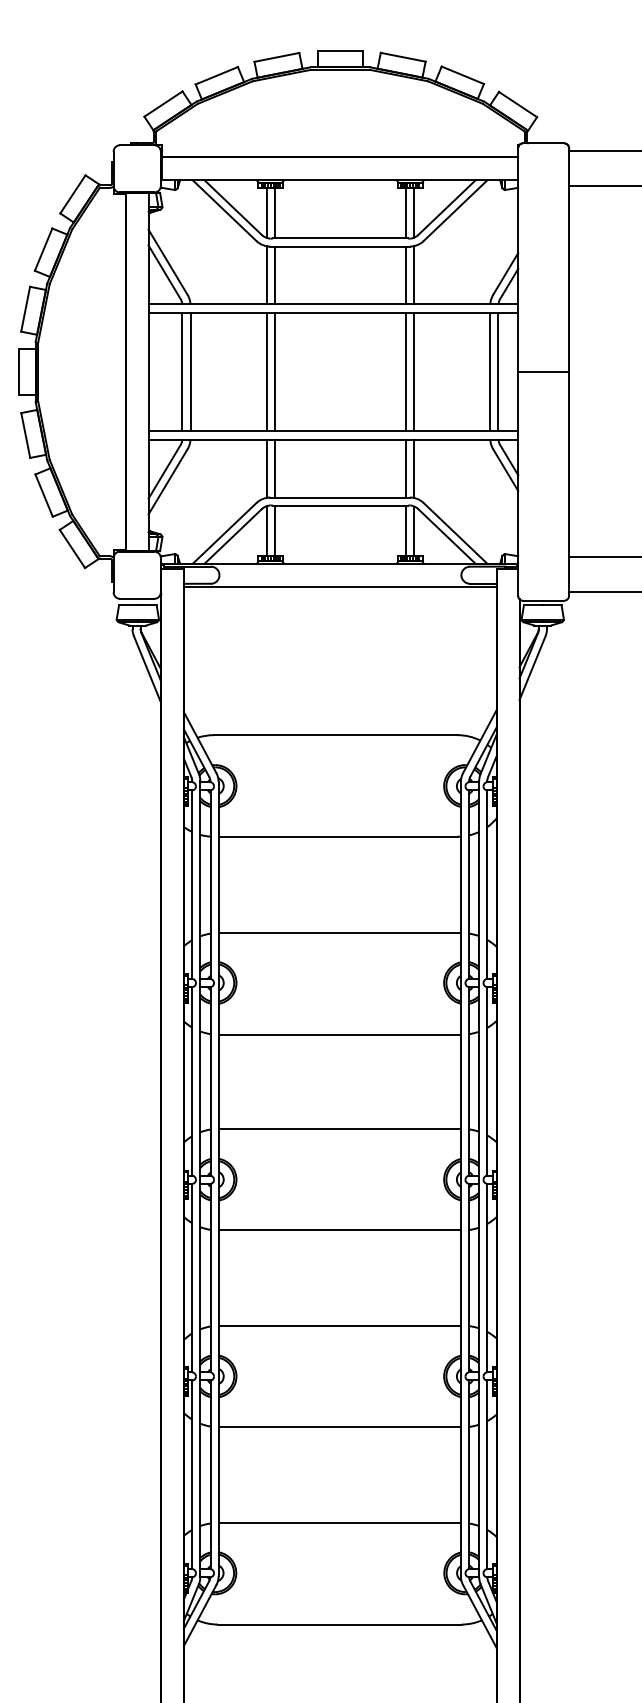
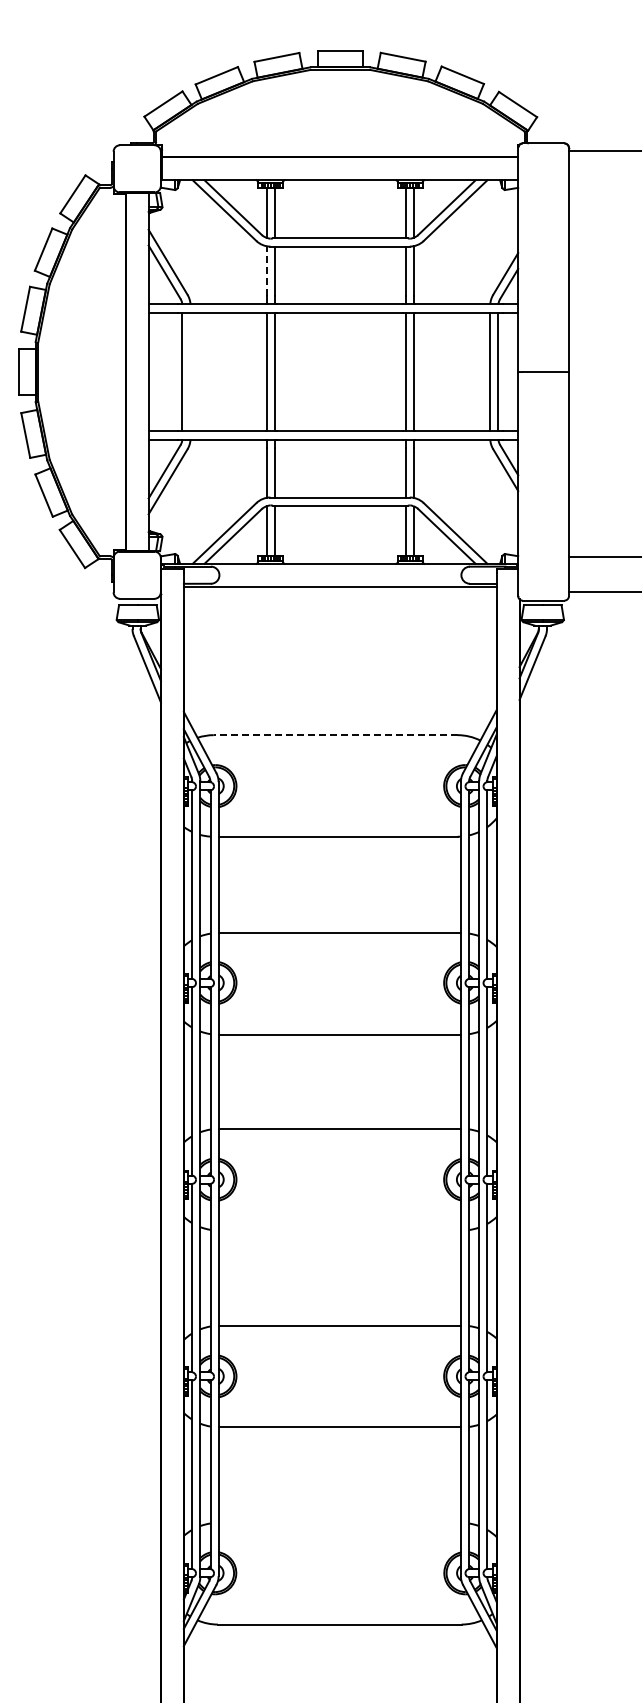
line at (603, 185): present -> none
line at (266, 270): solid -> dashed
line at (190, 371): present -> none
line at (335, 735): solid -> dashed
line at (339, 1230): present -> none
line at (339, 1522): present -> none
